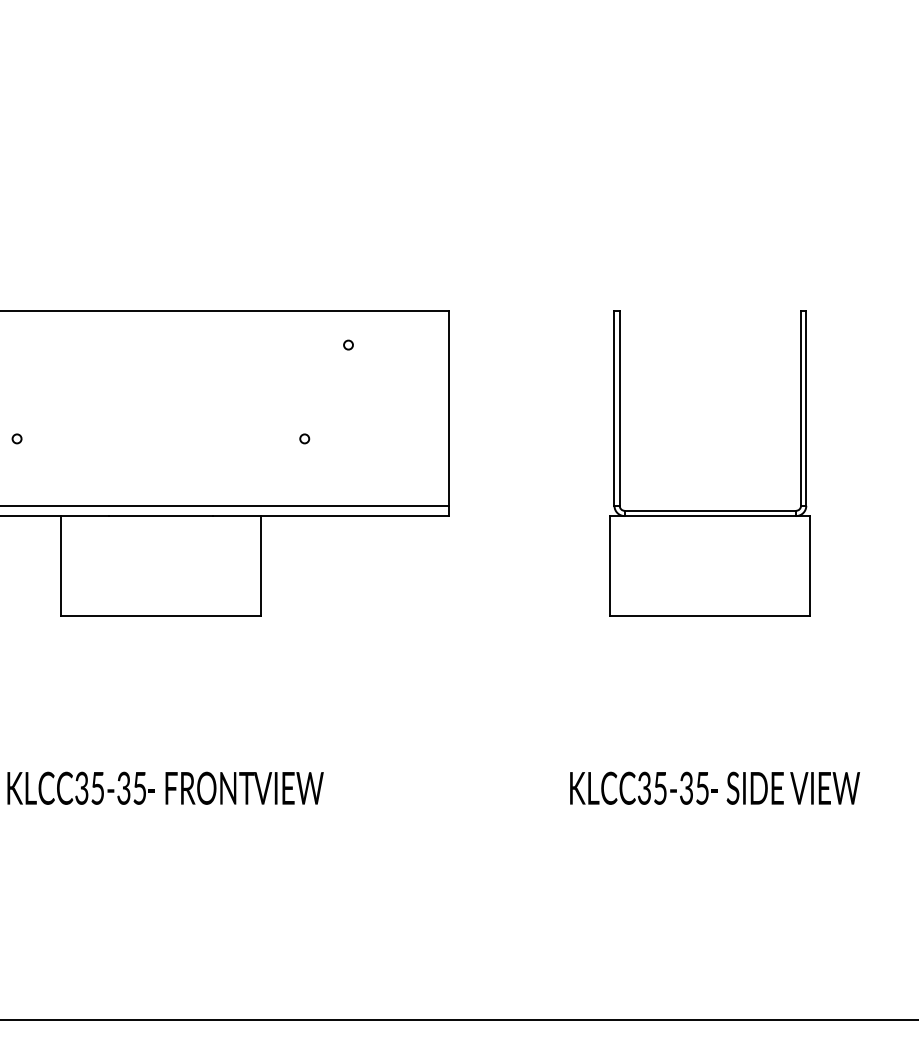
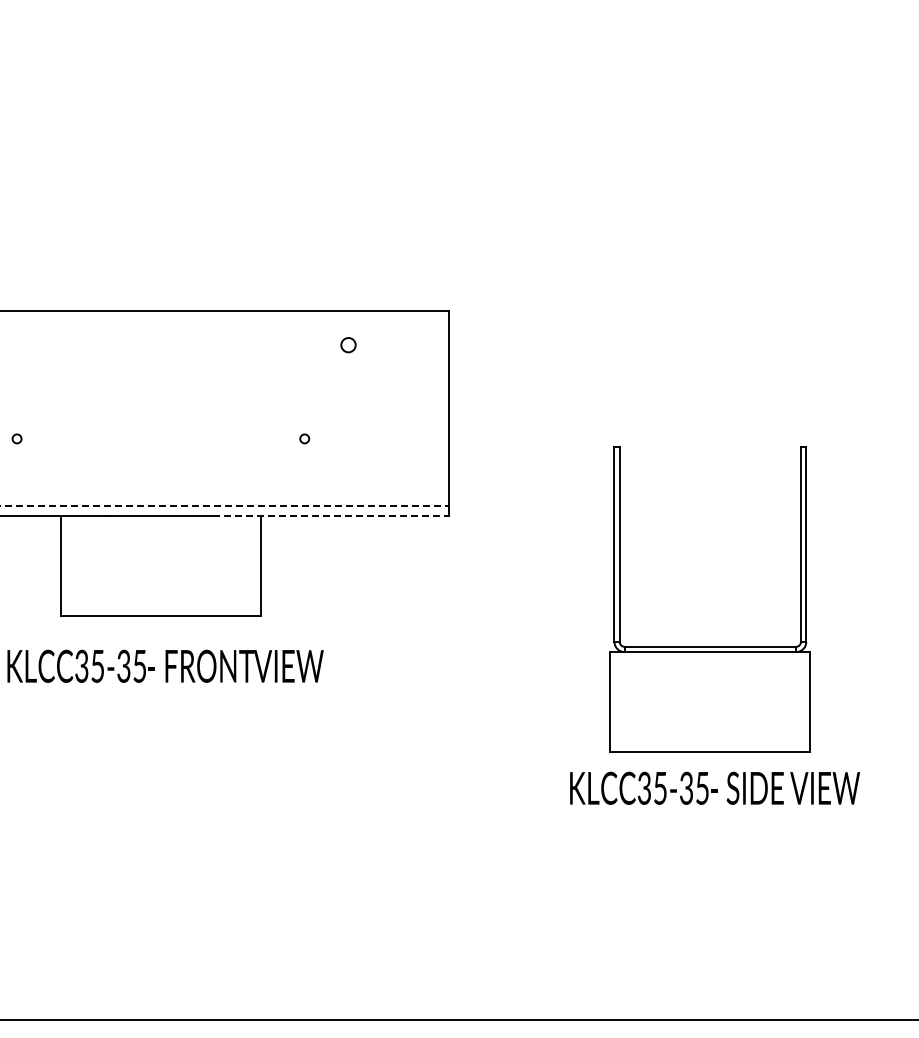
circle at (348, 344) size: 11x12 px -> 17x17 px
line at (224, 505): solid -> dashed
part at (709, 510) position: (709, 510) -> (709, 646)
line at (330, 516): solid -> dashed
text at (165, 787) position: (165, 787) -> (165, 665)
